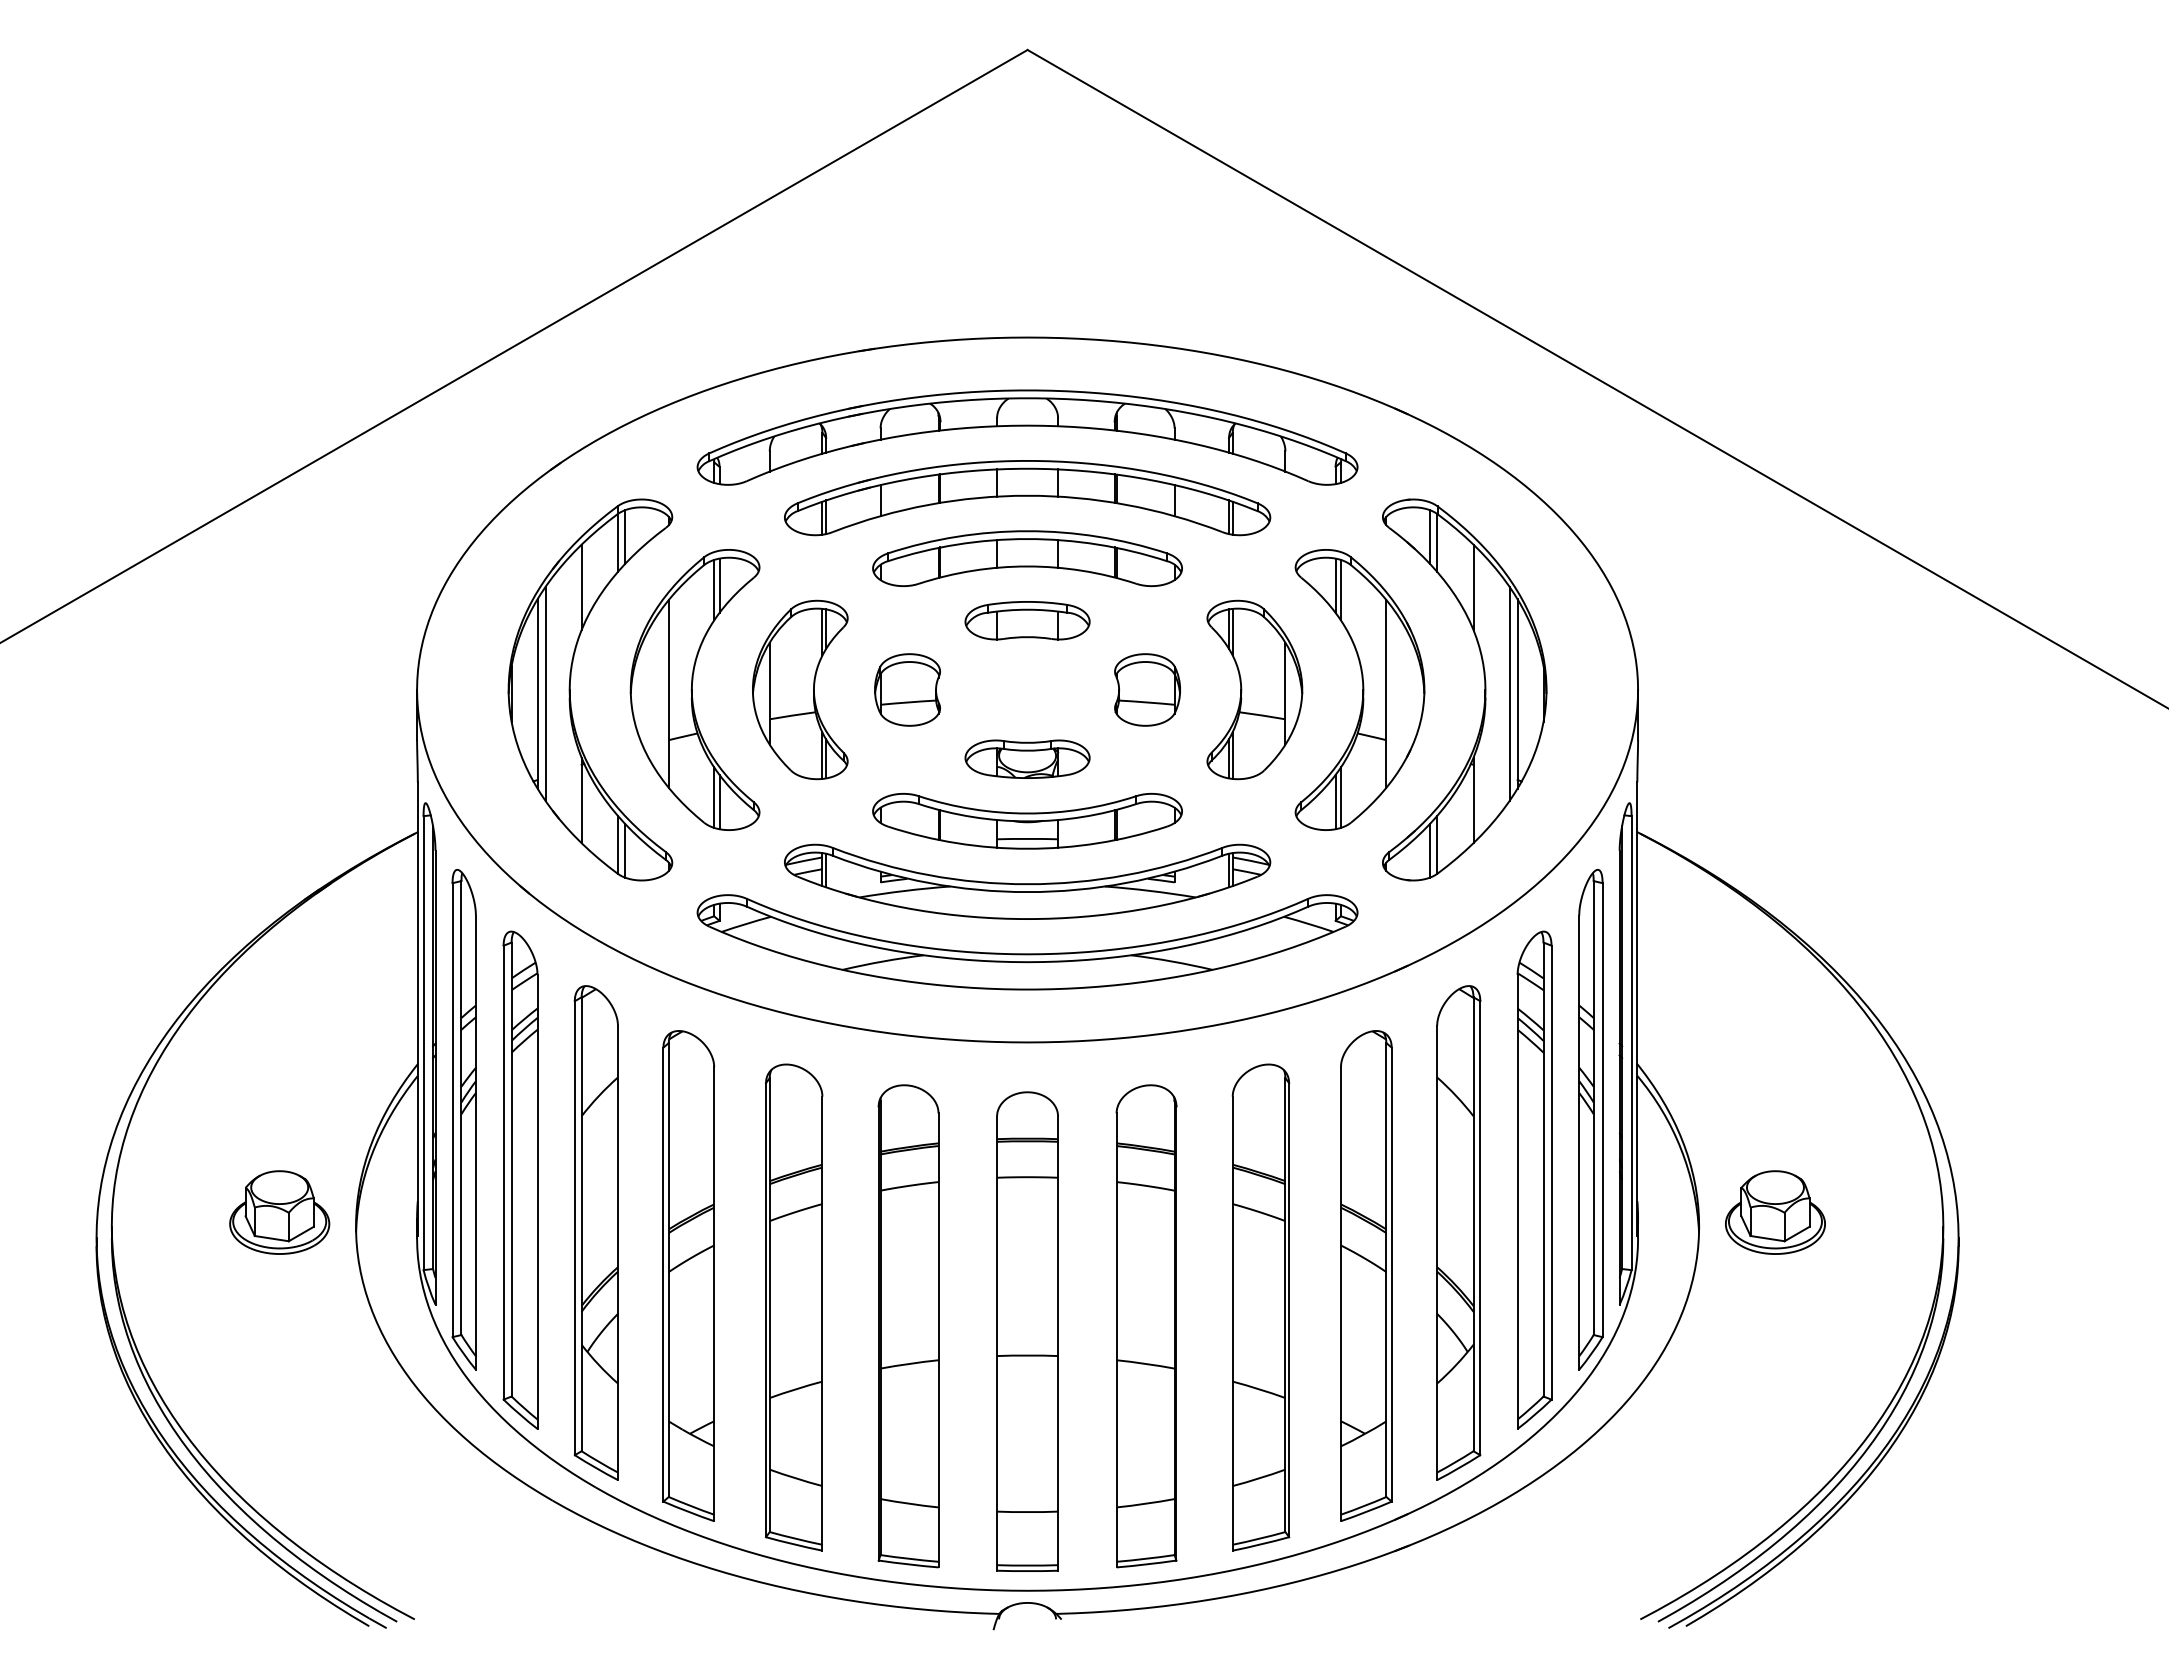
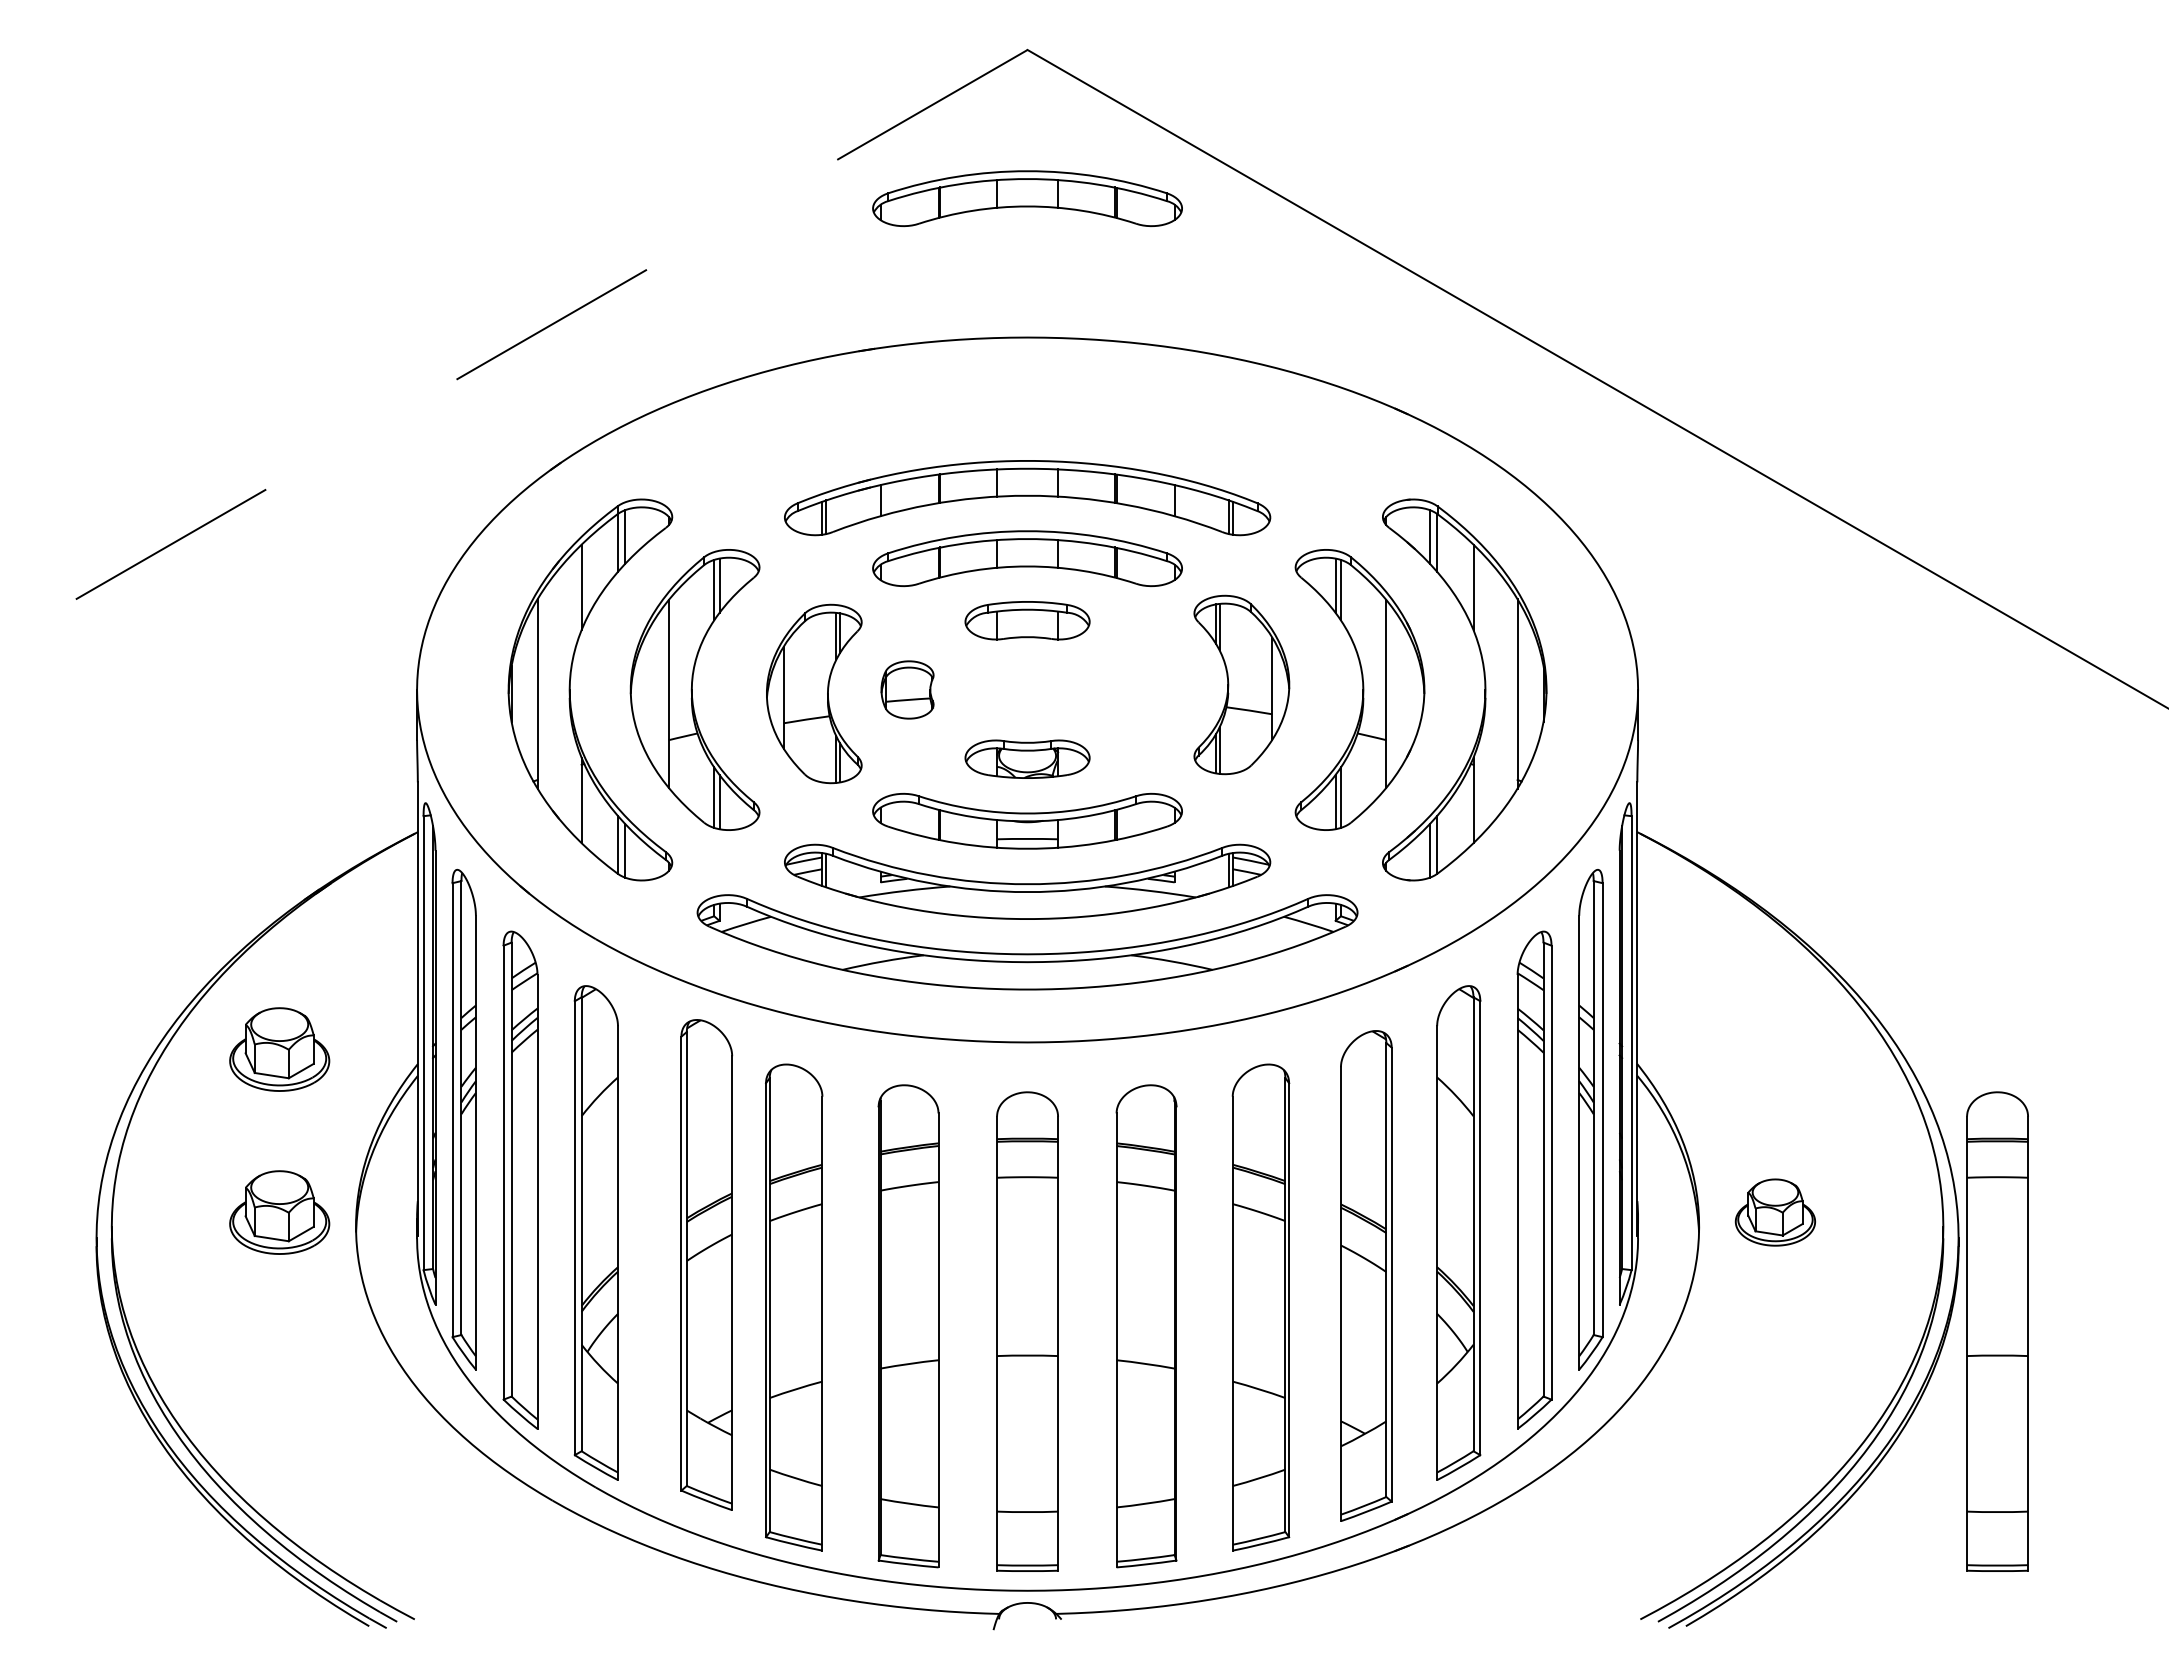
part at (1027, 198): none -> present
line at (514, 346): solid -> dashed
part at (1027, 426): present -> none
part at (800, 689) position: (800, 689) -> (814, 693)
part at (907, 689) size: 67x74 px -> 55x60 px
part at (1147, 689): present -> none
part at (1254, 689) position: (1254, 689) -> (1241, 684)
line at (545, 693): present -> none
line at (1509, 693): present -> none
part at (279, 1049): none -> present
part at (1775, 1212) size: 101x85 px -> 83x69 px
part at (688, 1275) position: (688, 1275) -> (706, 1264)
part at (1997, 1331): none -> present
